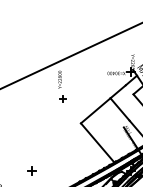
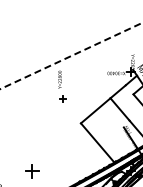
line at (71, 55): solid -> dashed
part at (31, 170) size: 10x10 px -> 15x15 px
